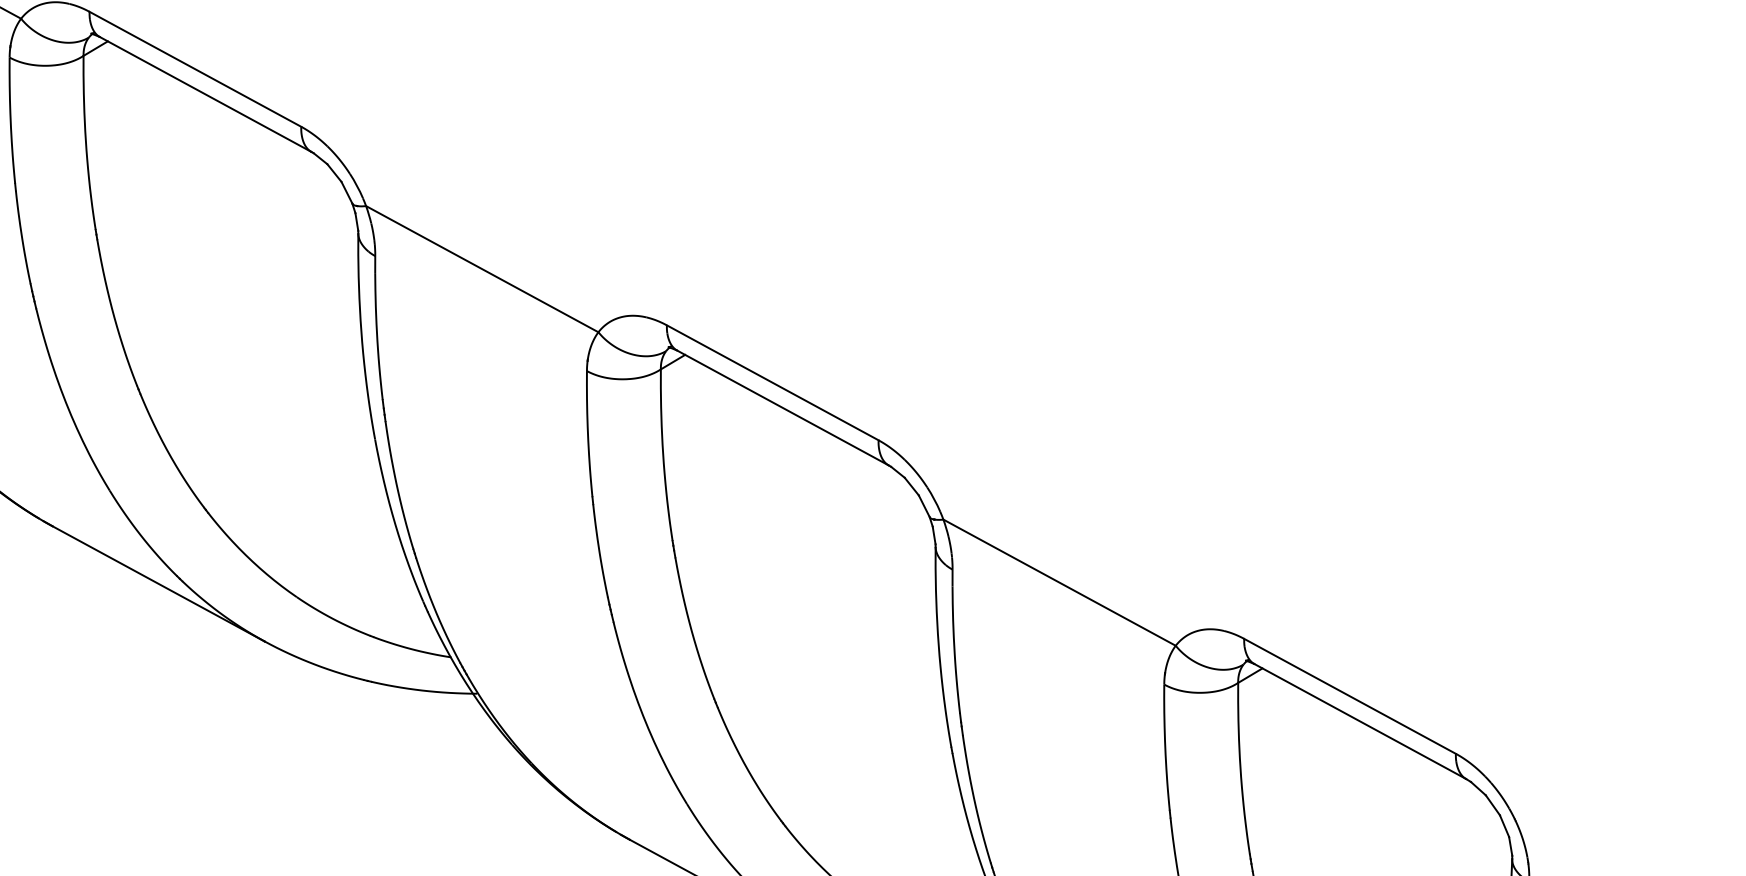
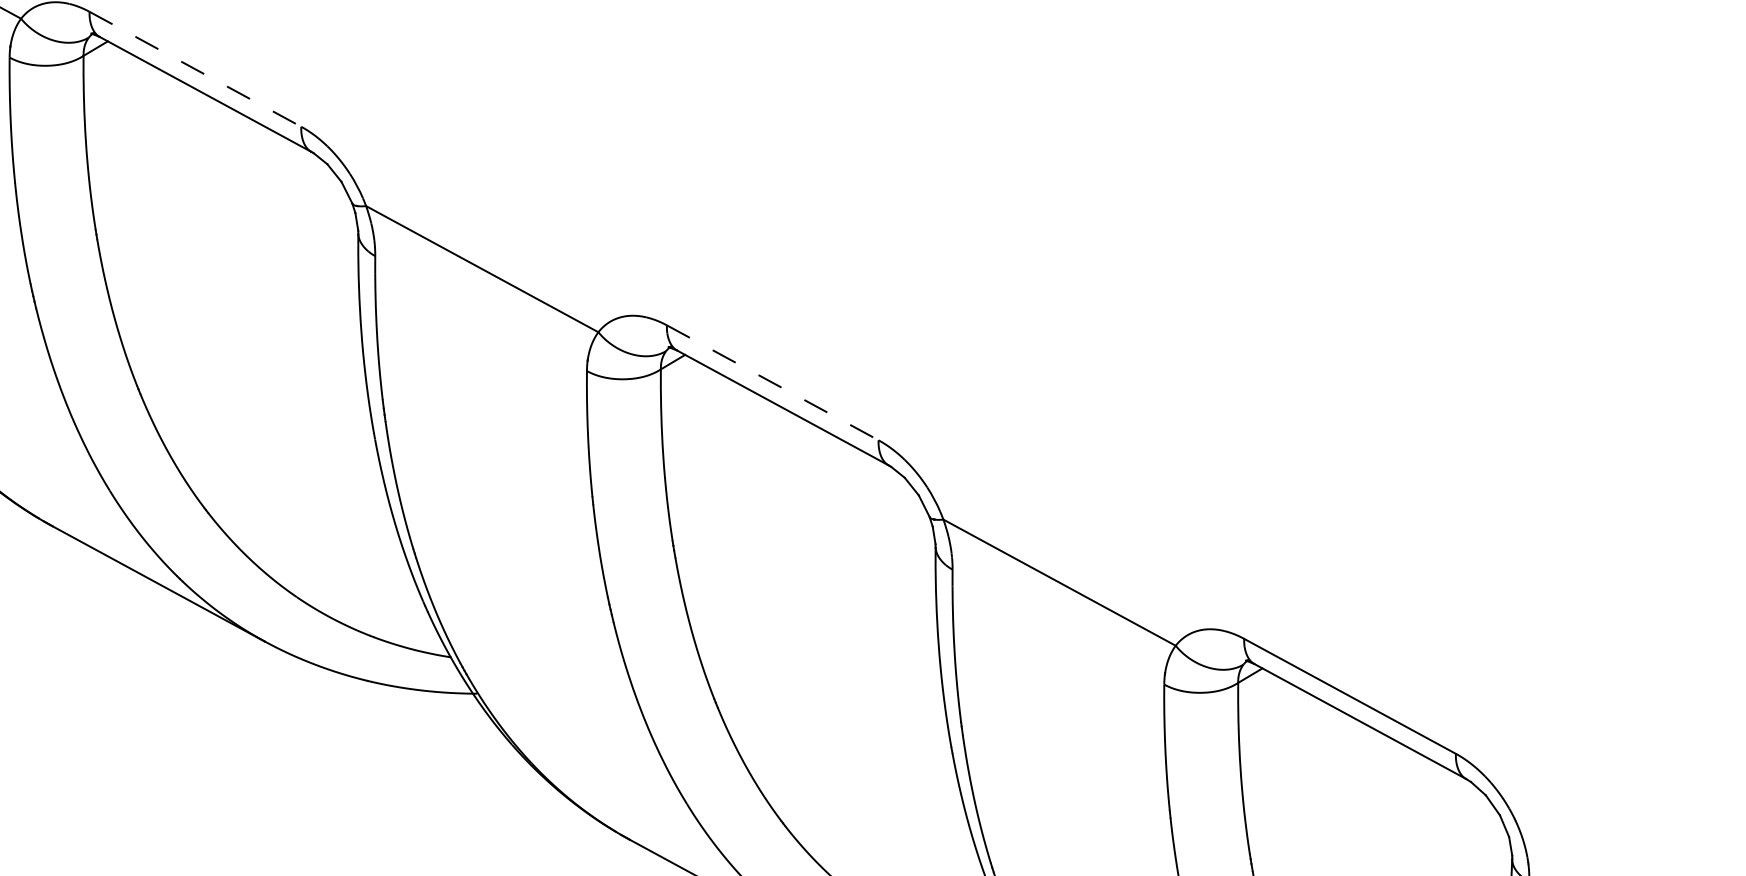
line at (195, 69): solid -> dashed
line at (773, 383): solid -> dashed
